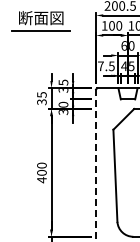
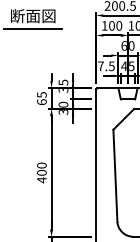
part at (40, 21) position: (40, 21) -> (32, 19)
text at (41, 102): 35 -> 65
line at (96, 165): dashed -> solid
